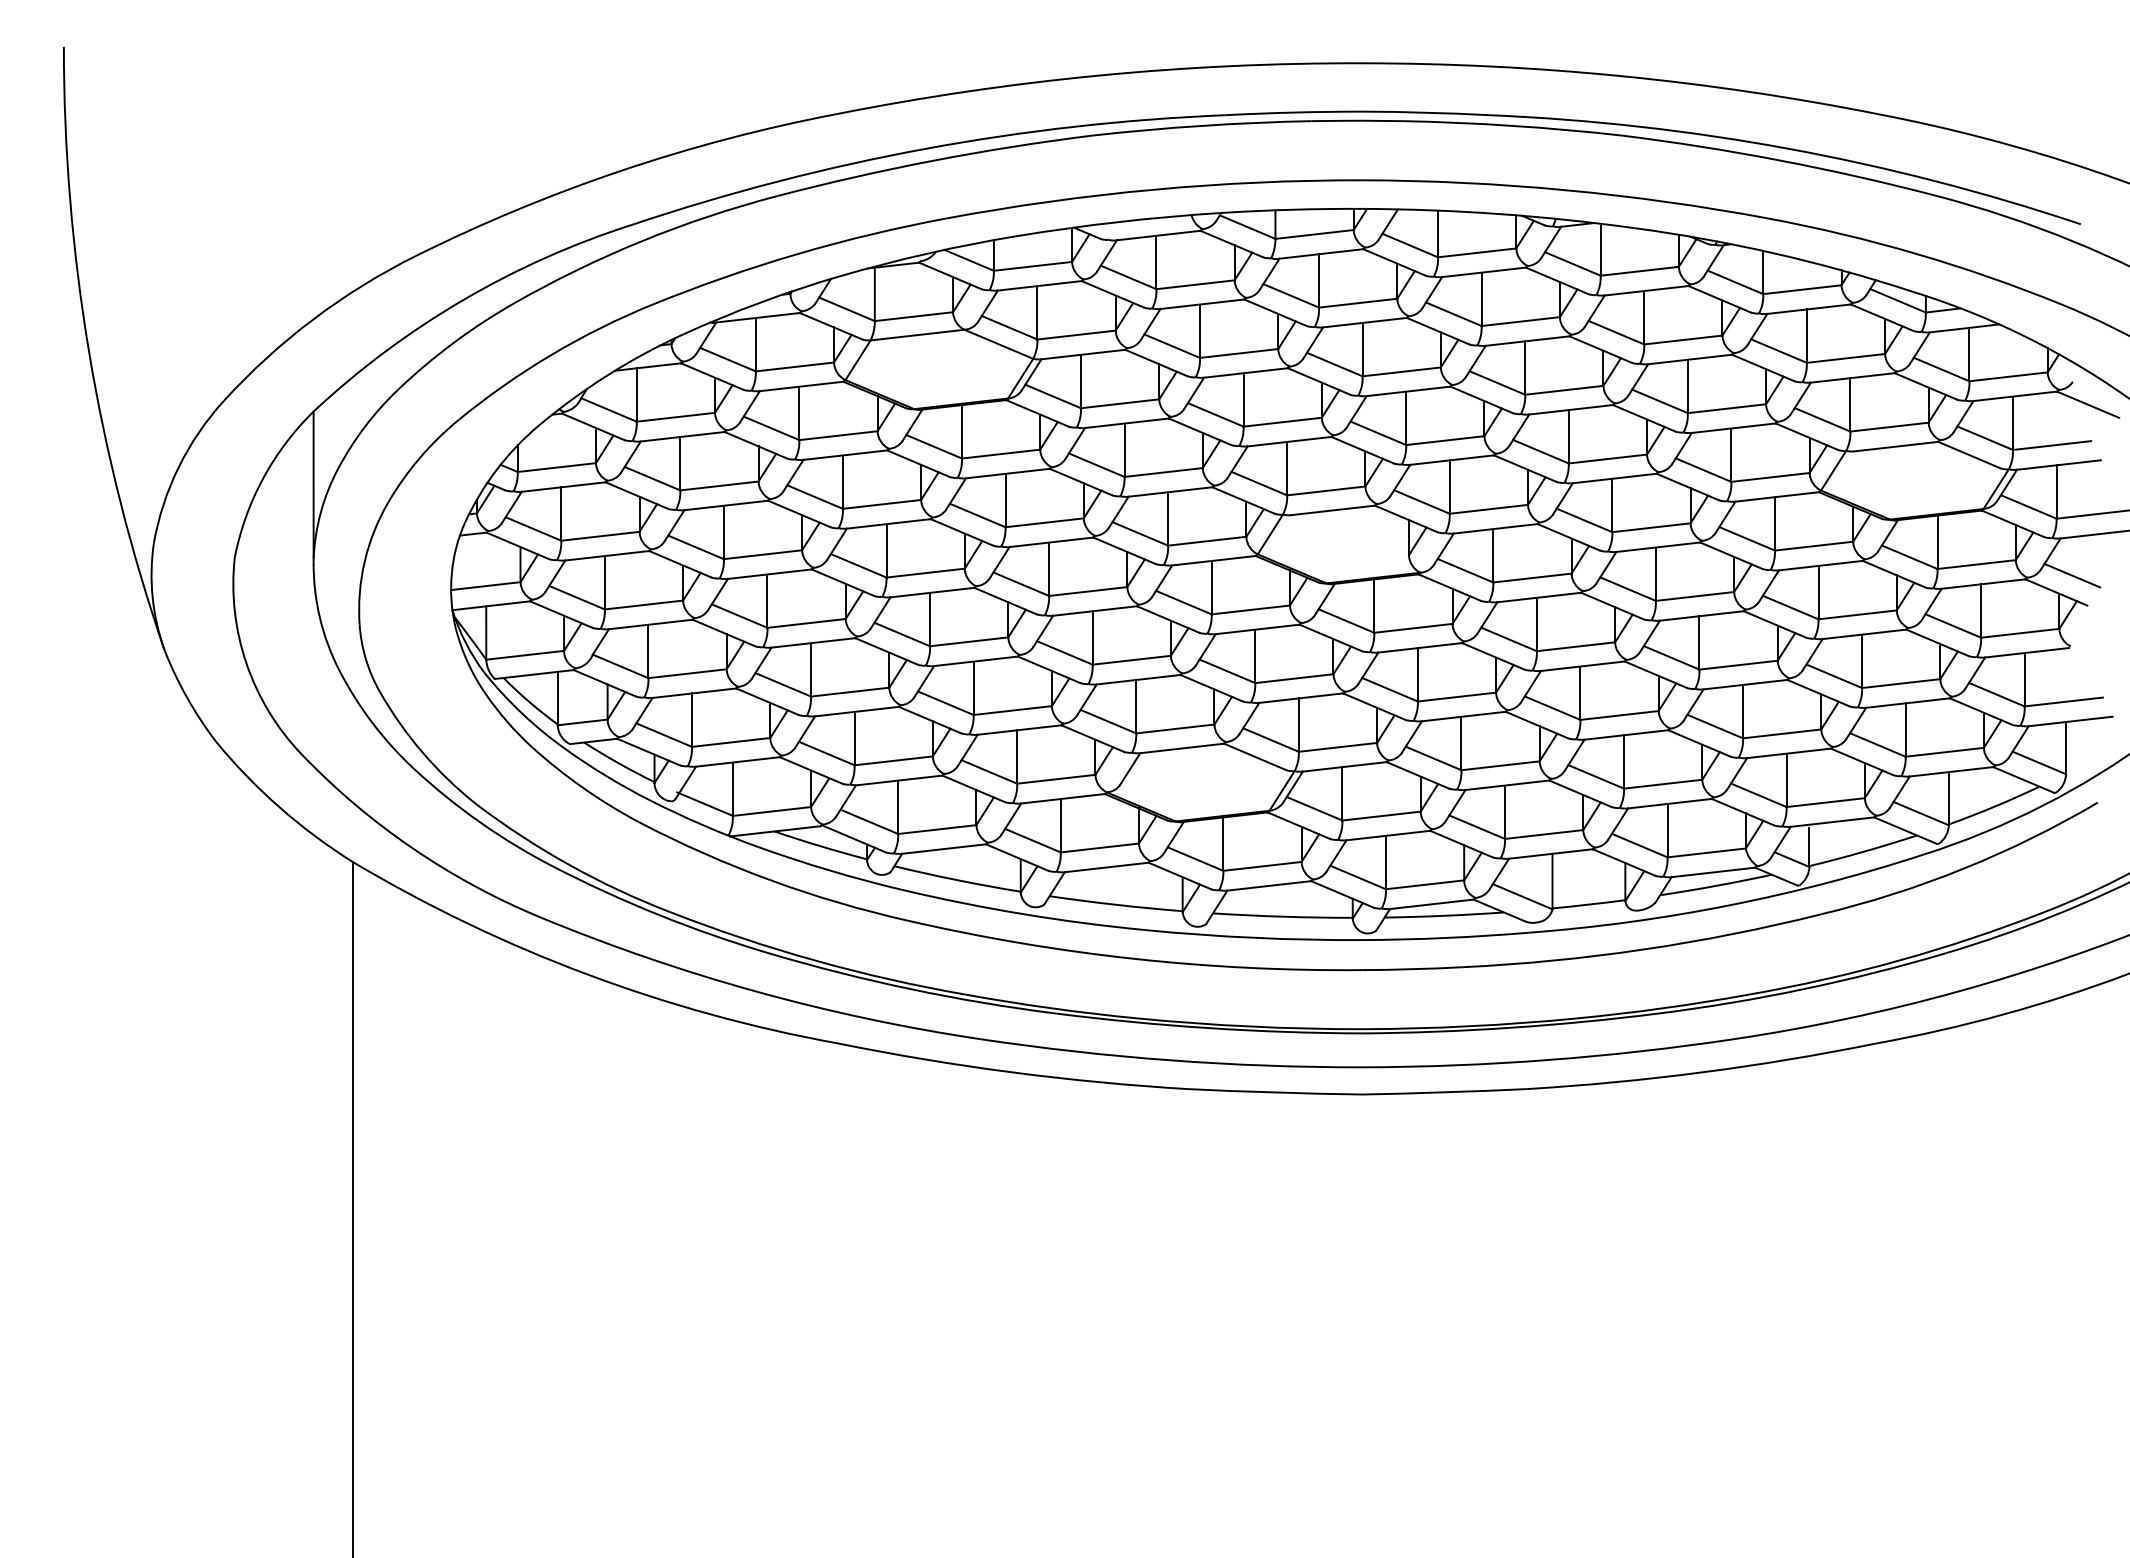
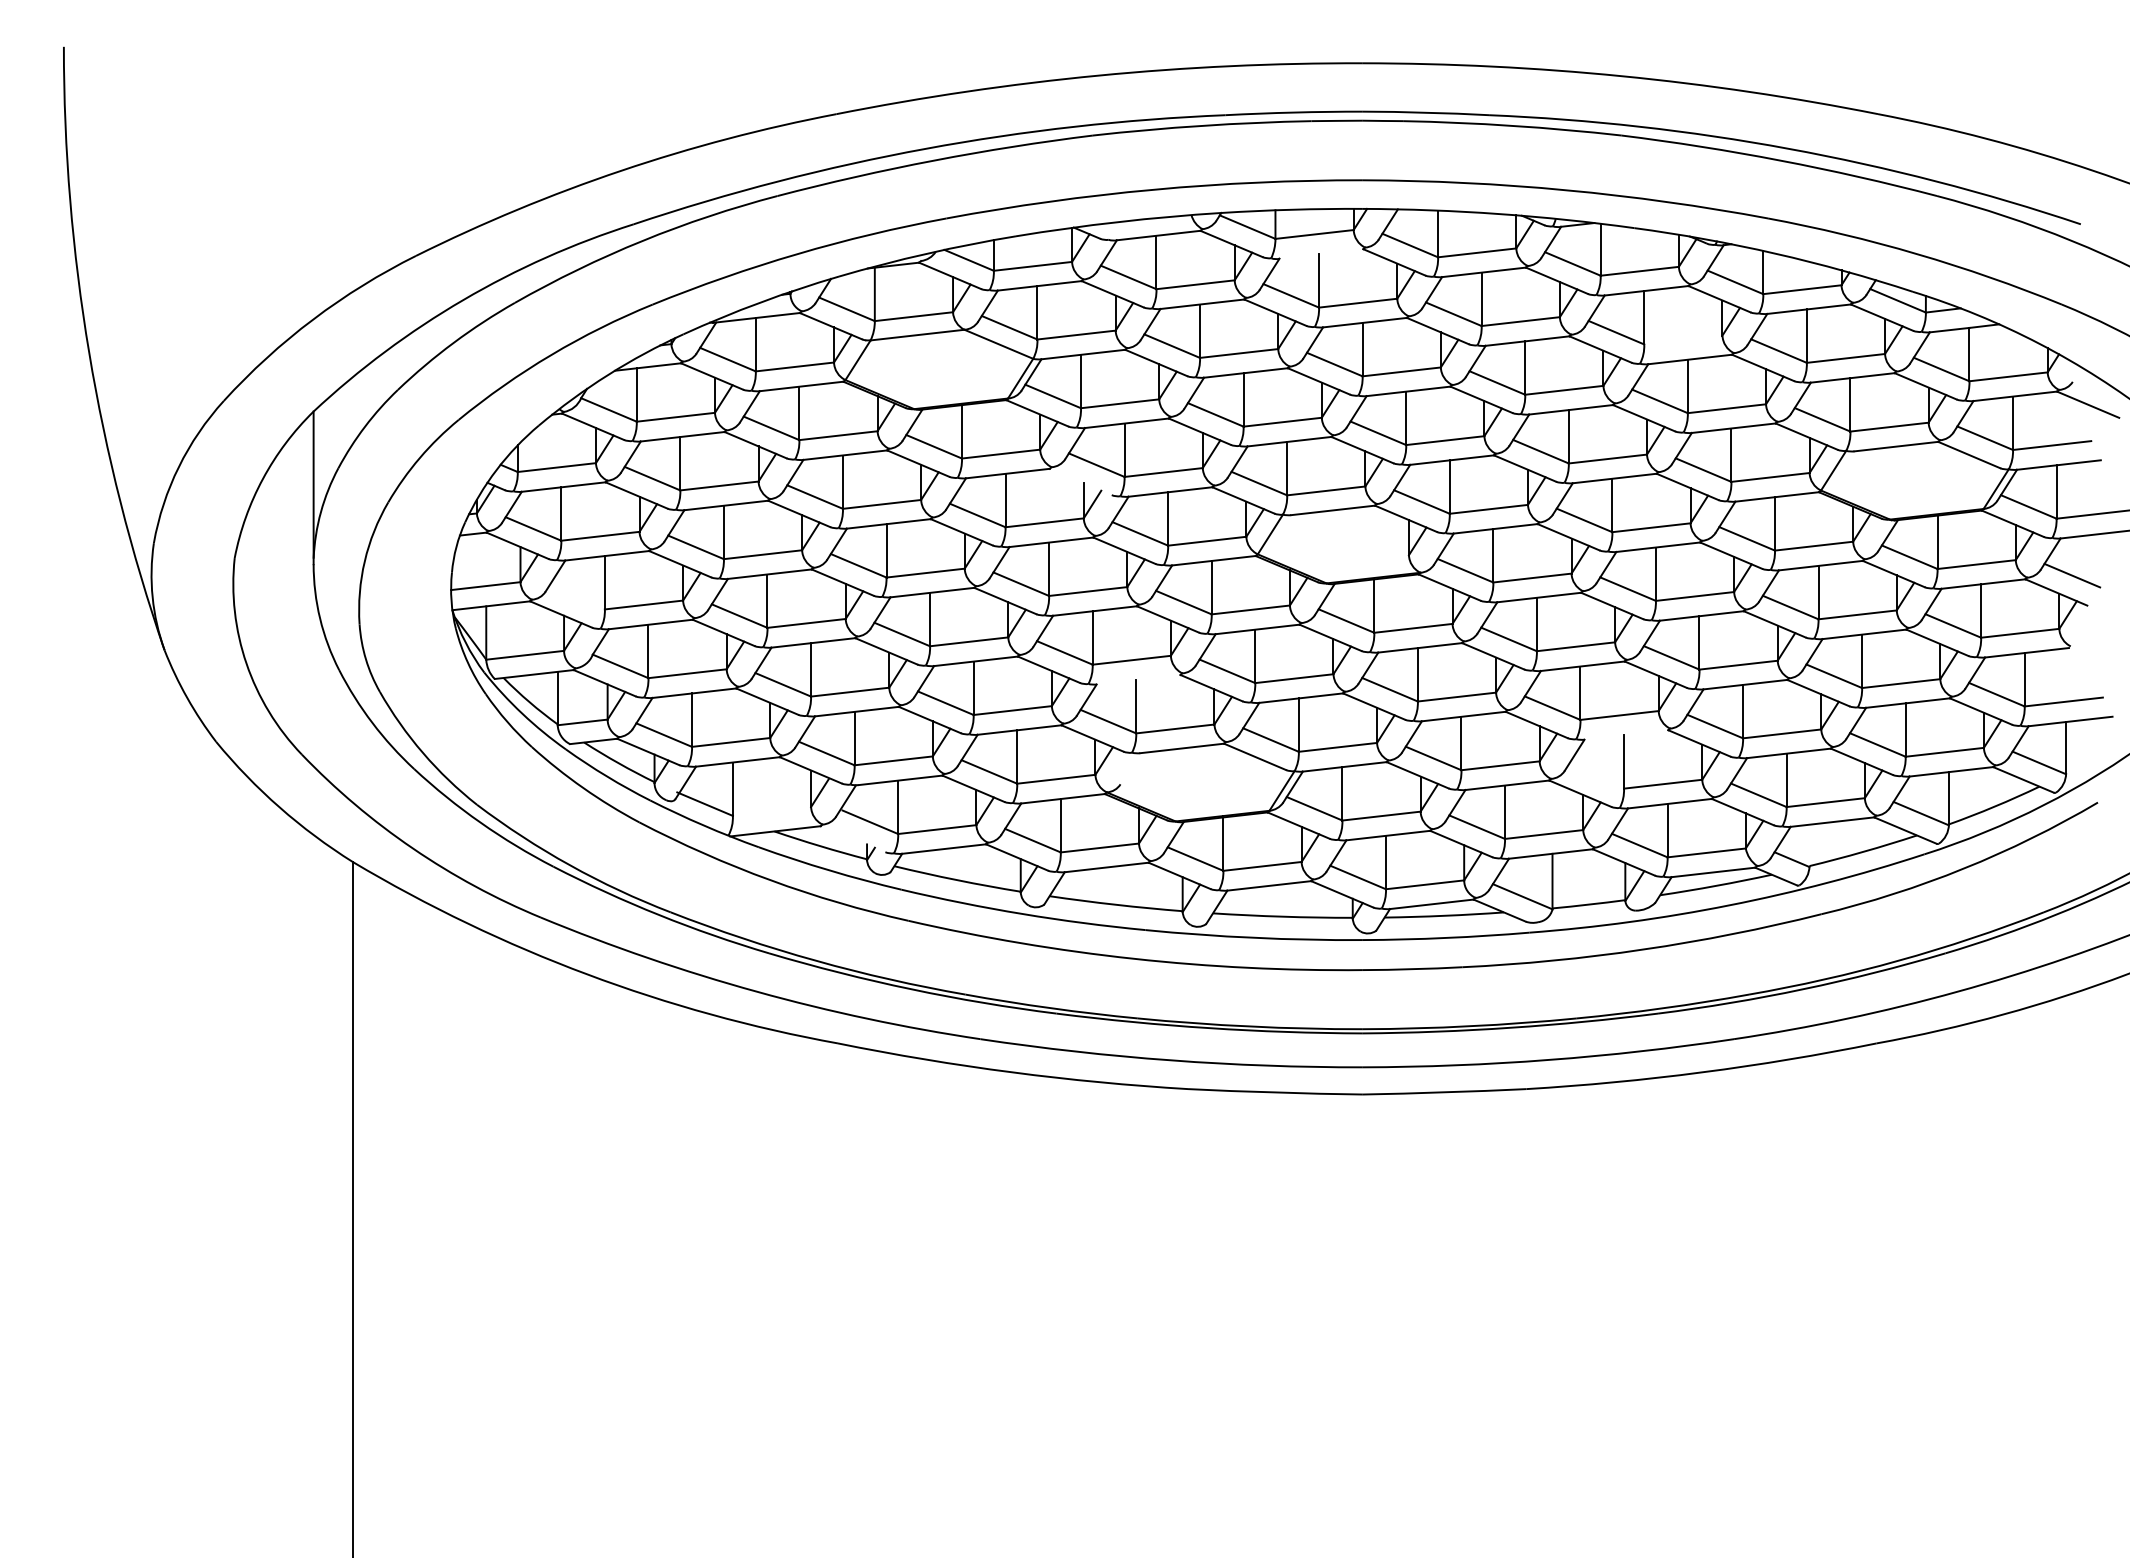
line at (1321, 253): present -> none
line at (1683, 339): present -> none
line at (1080, 481): present -> none
line at (576, 597): present -> none
line at (1138, 679): present -> none
line at (1626, 734): present -> none
line at (1130, 768): present -> none
line at (1596, 776): present -> none
line at (771, 811): present -> none
line at (854, 838): present -> none
line at (1809, 846): present -> none
